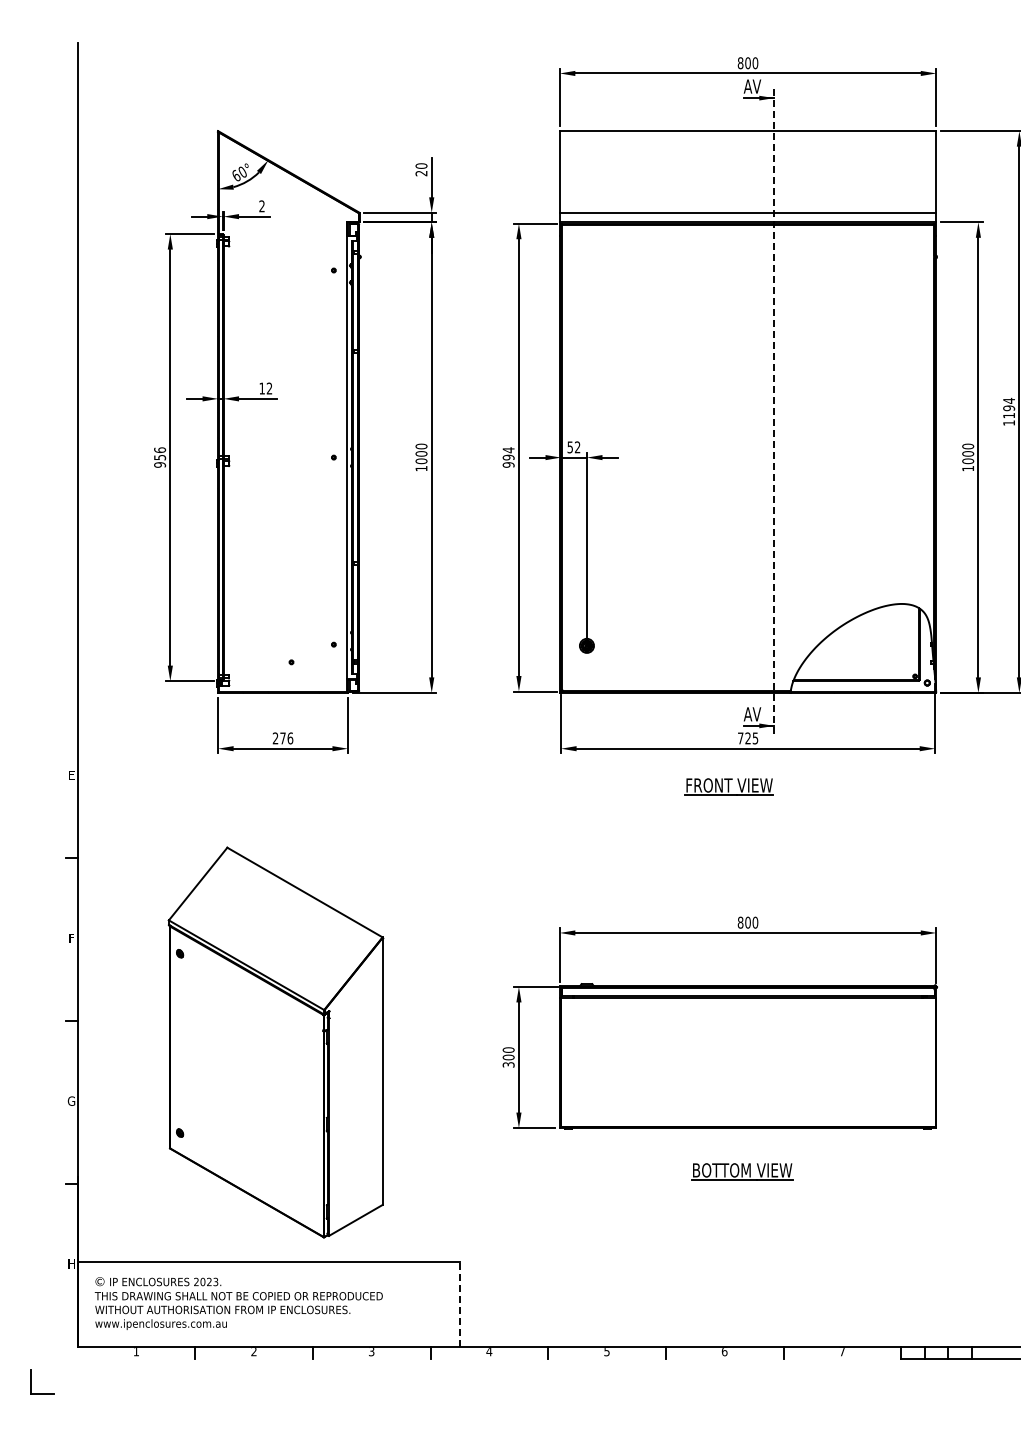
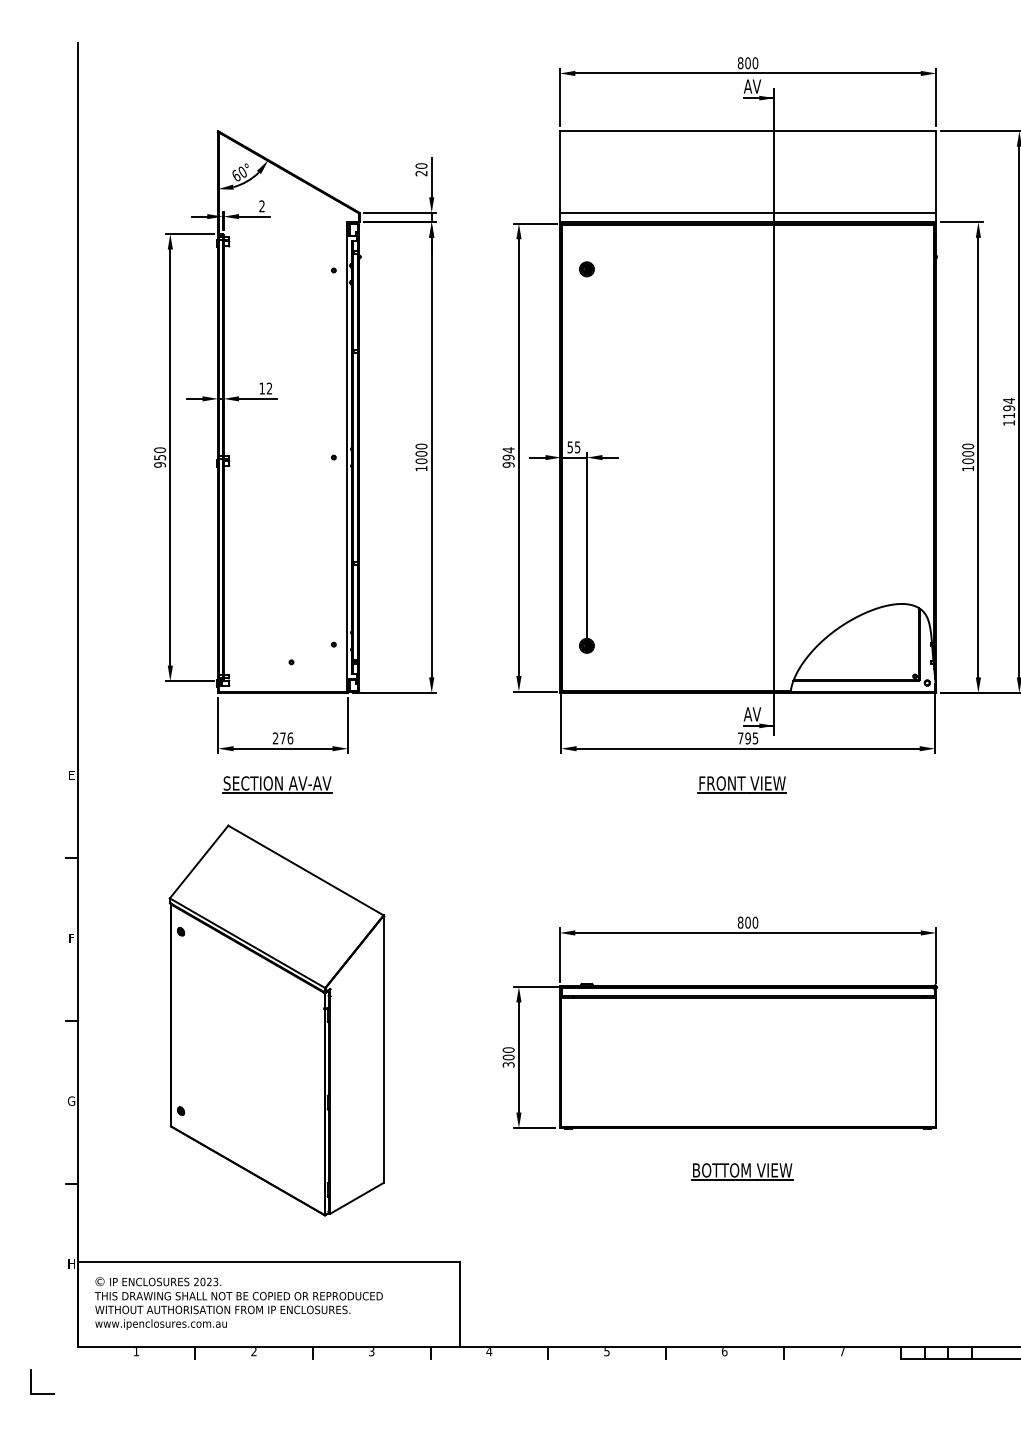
part at (586, 269): none -> present
line at (774, 412): dashed -> solid
text at (577, 447): 52 -> 55
text at (159, 449): 956 -> 950
text at (747, 738): 725 -> 795
part at (277, 784): none -> present
part at (728, 786) position: (728, 786) -> (741, 784)
part at (275, 1042) position: (275, 1042) -> (276, 1020)
line at (460, 1303): dashed -> solid
